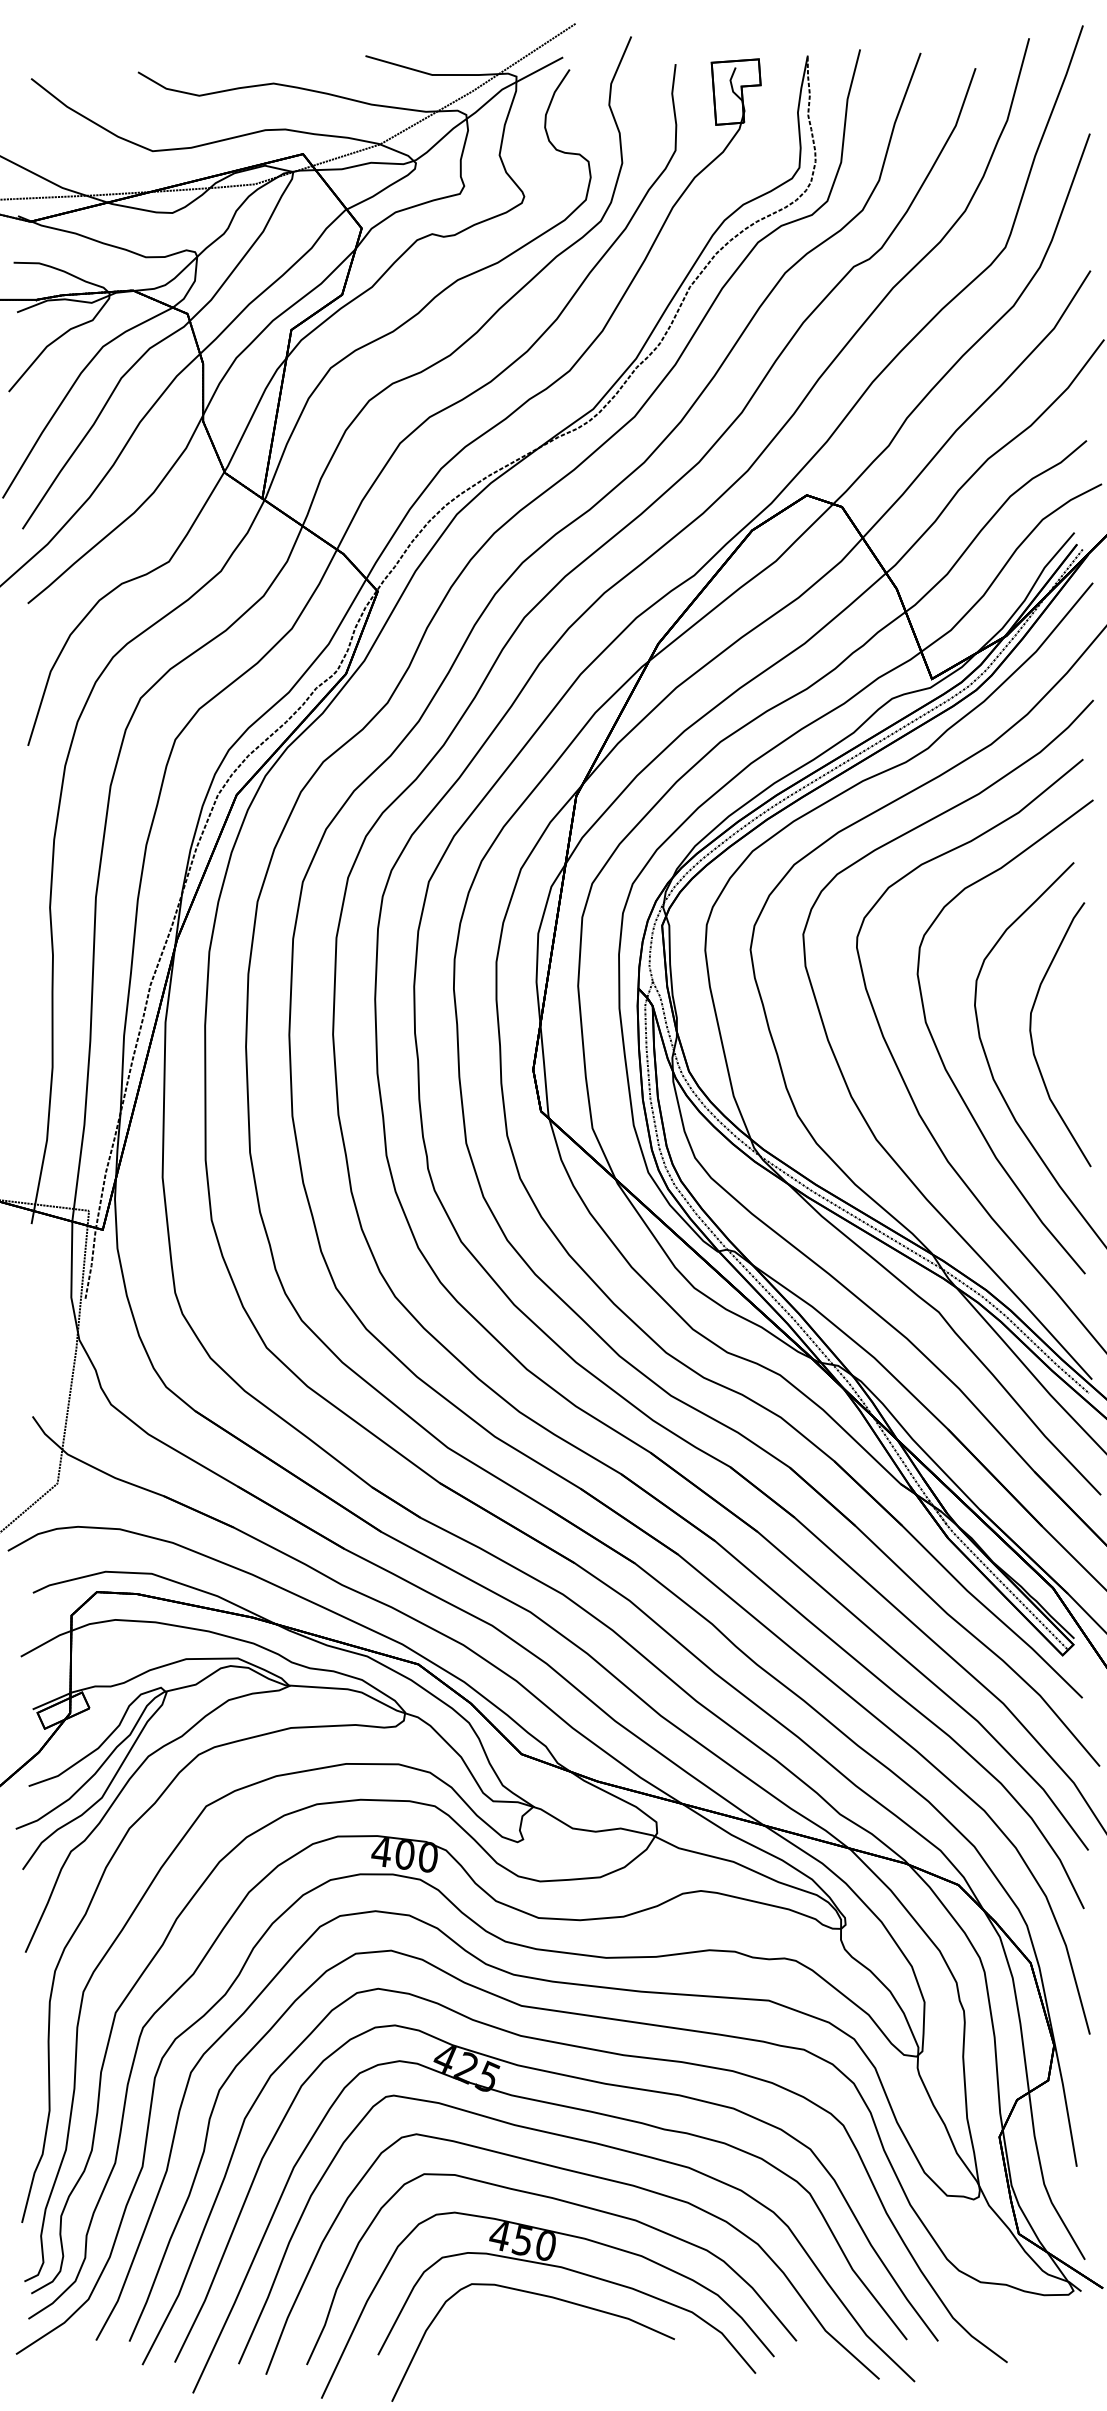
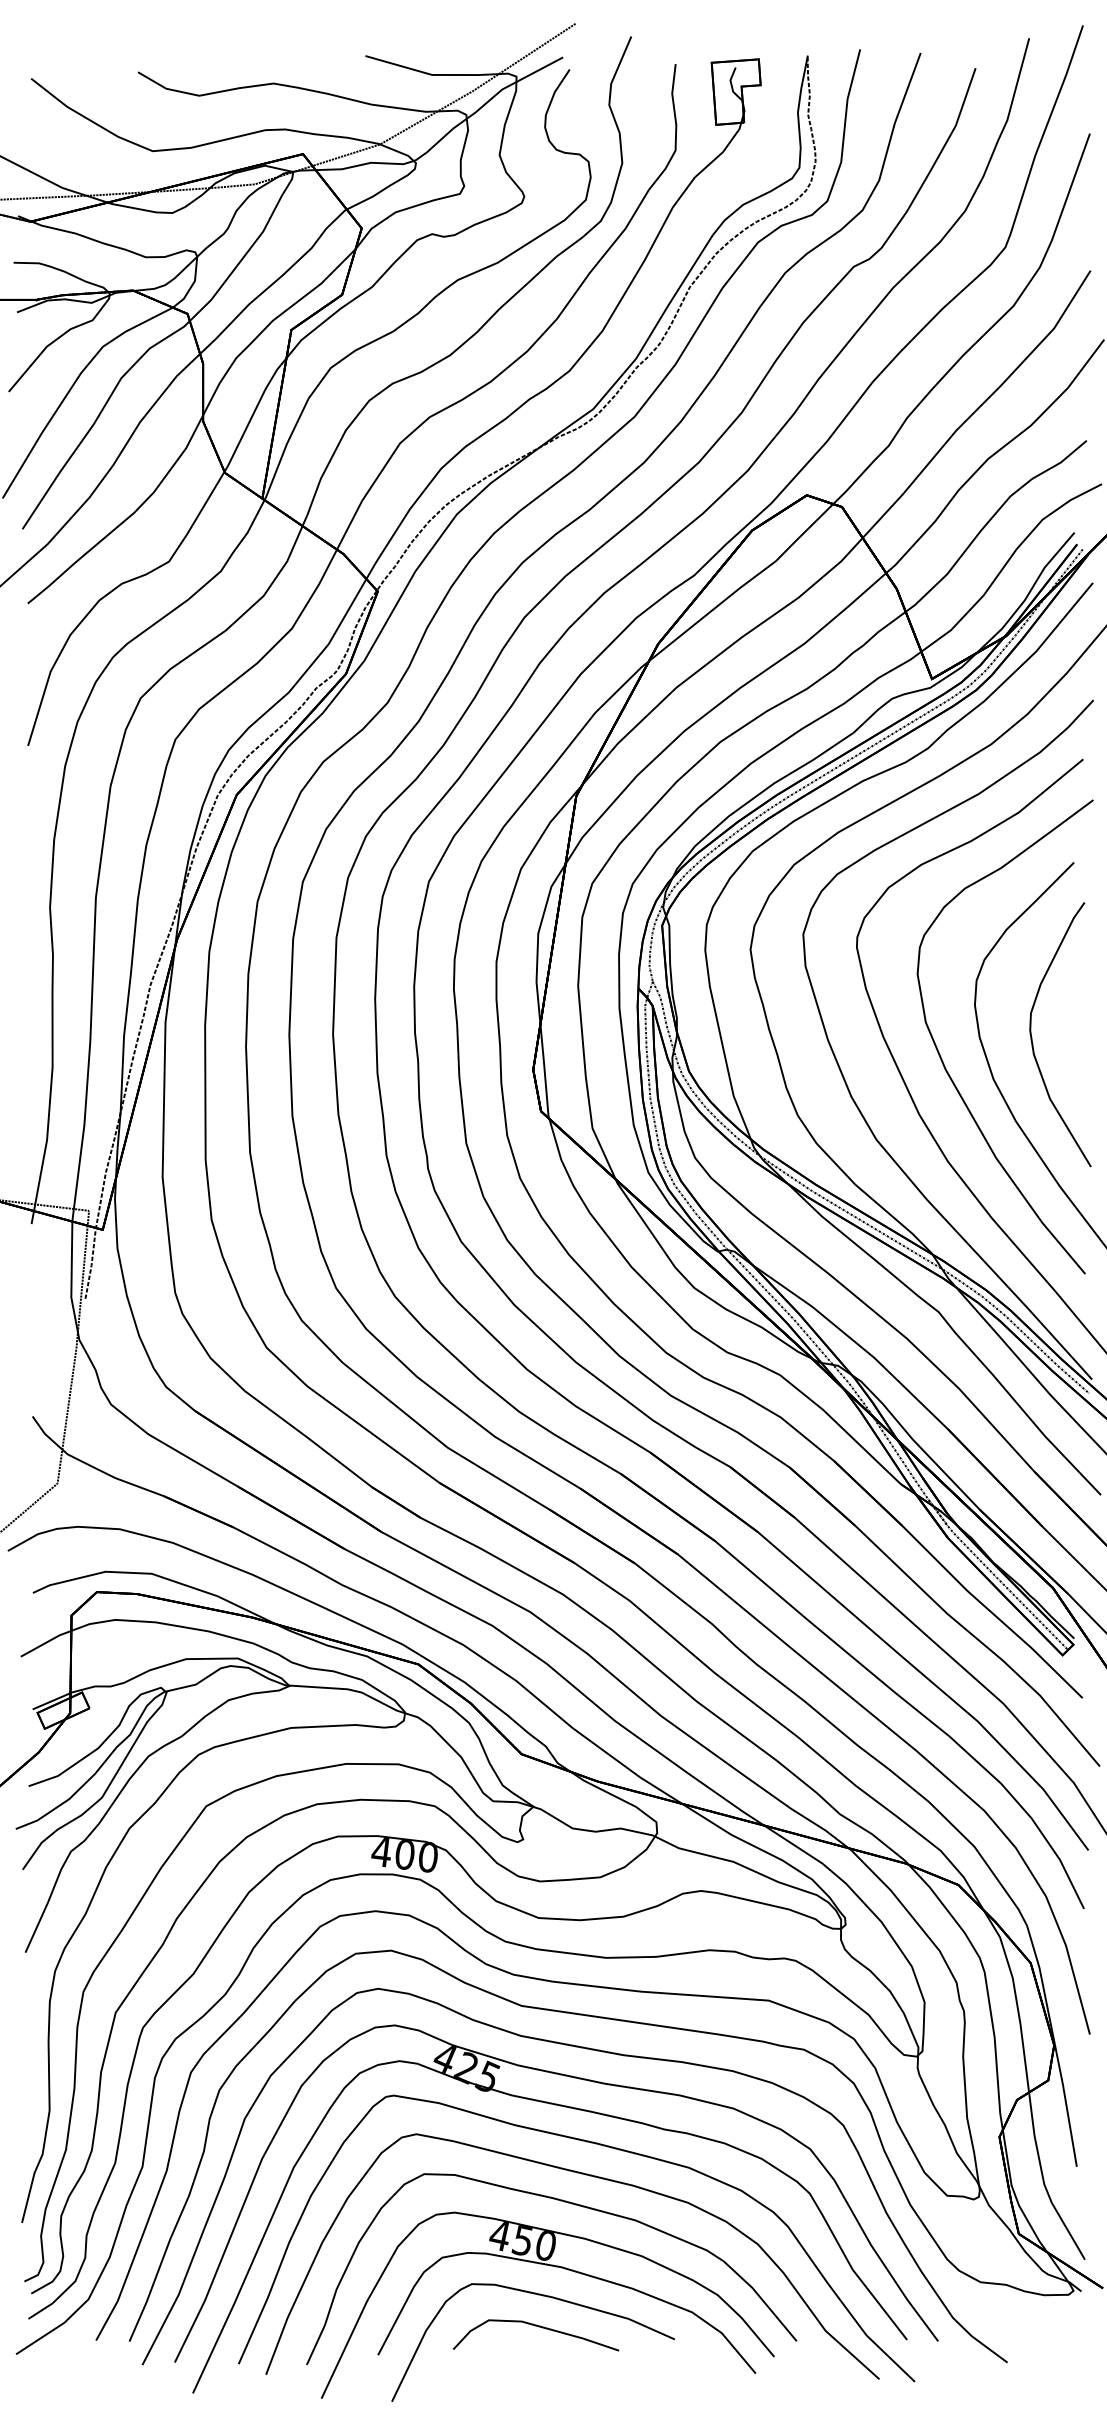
curve at (538, 2327): none -> present
